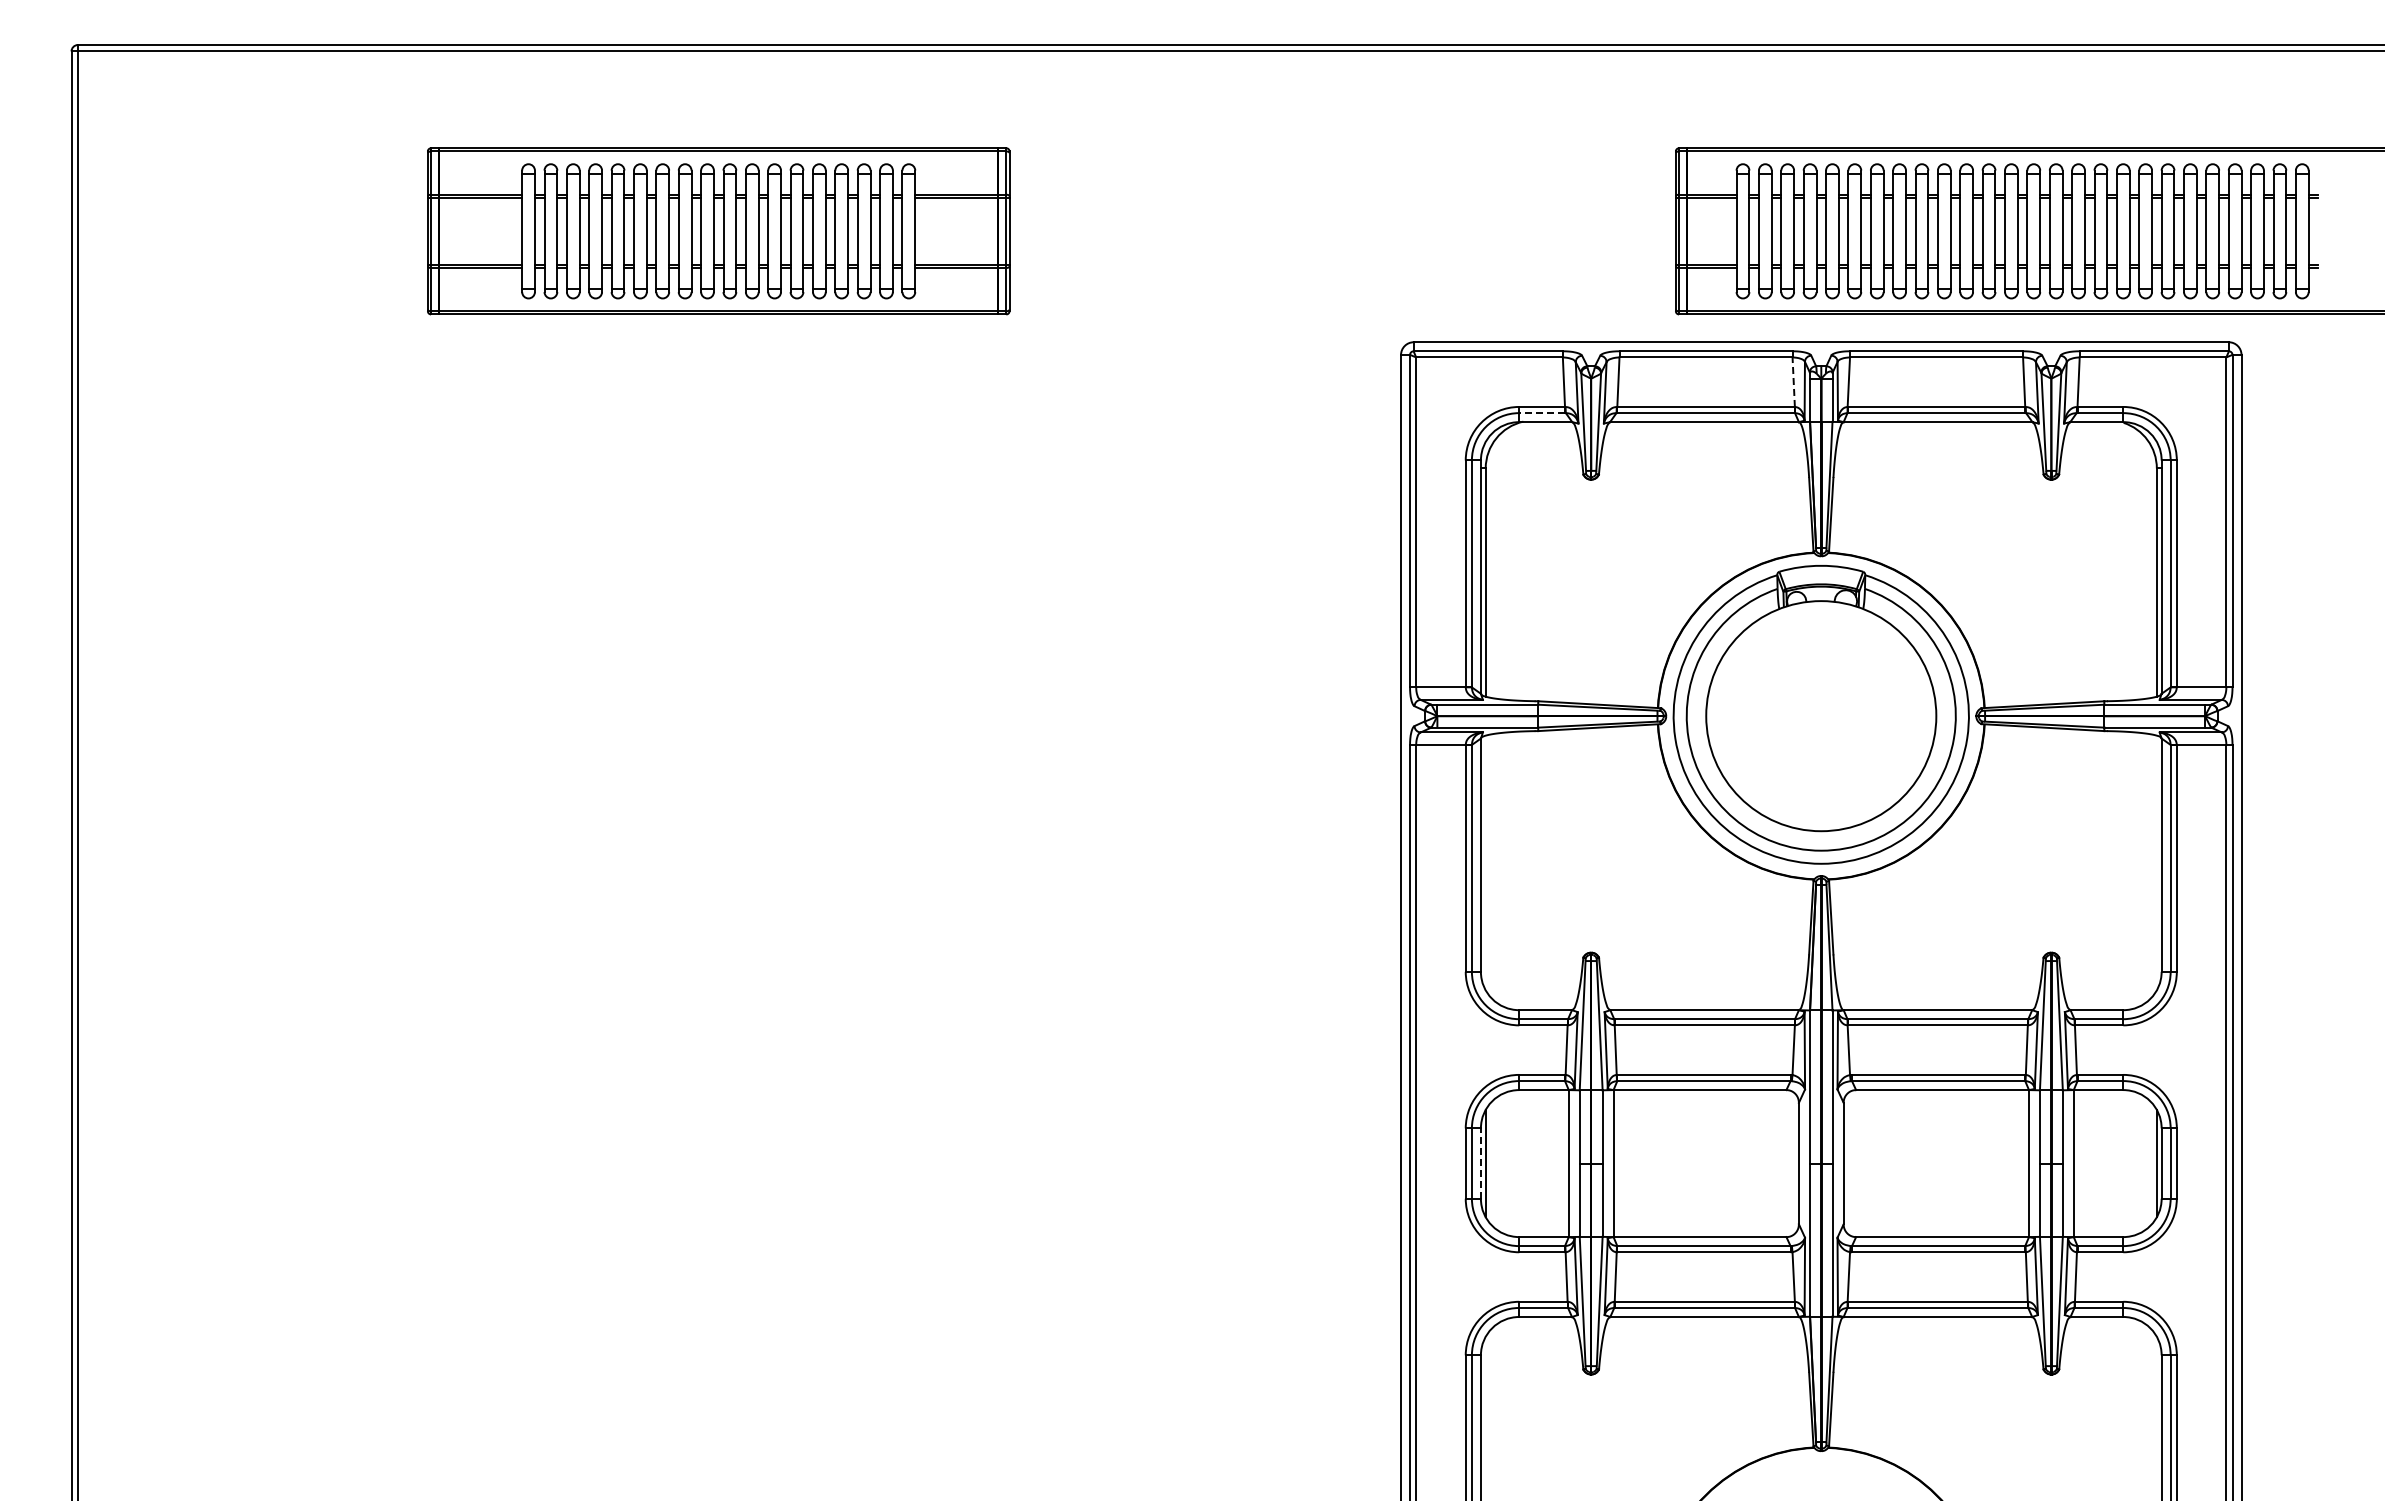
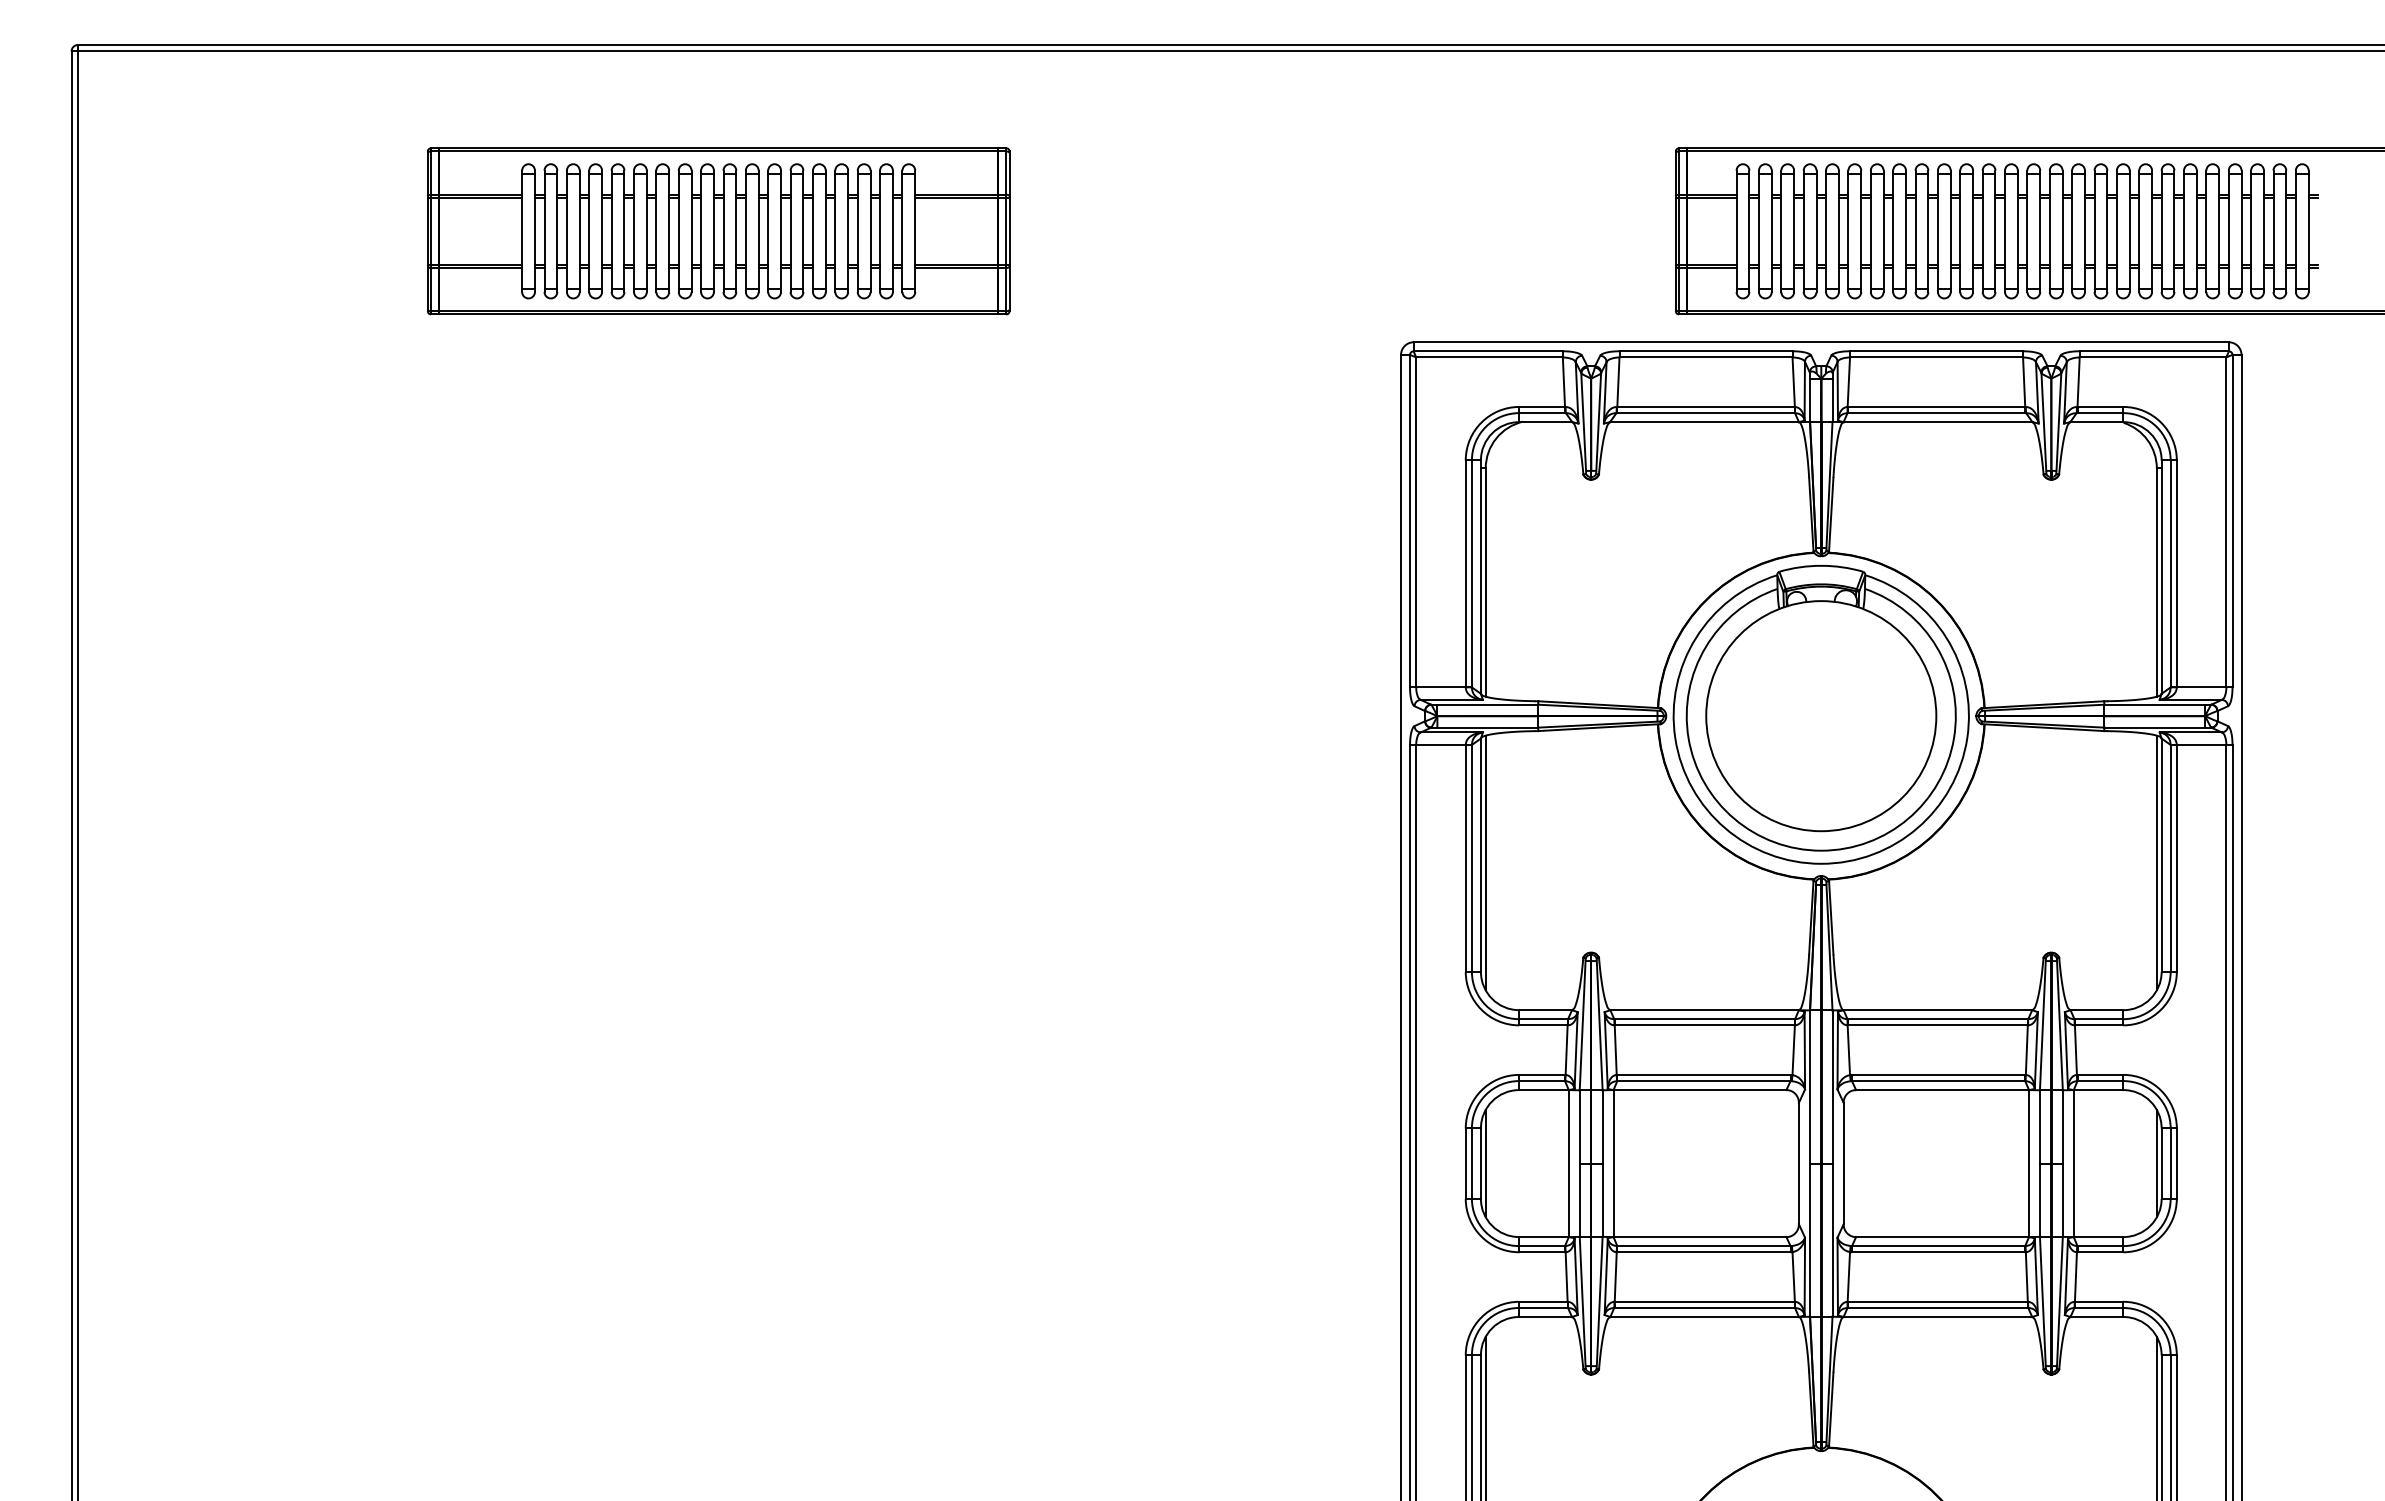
line at (1793, 382): dashed -> solid
line at (1542, 413): dashed -> solid
line at (1485, 862): none -> present
line at (2156, 862): none -> present
line at (1480, 1163): dashed -> solid
line at (1485, 1417): none -> present
line at (2156, 1417): none -> present
